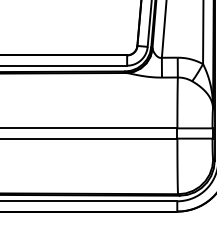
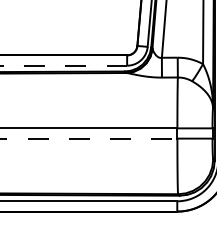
line at (63, 65): solid -> dashed
line at (89, 138): solid -> dashed
